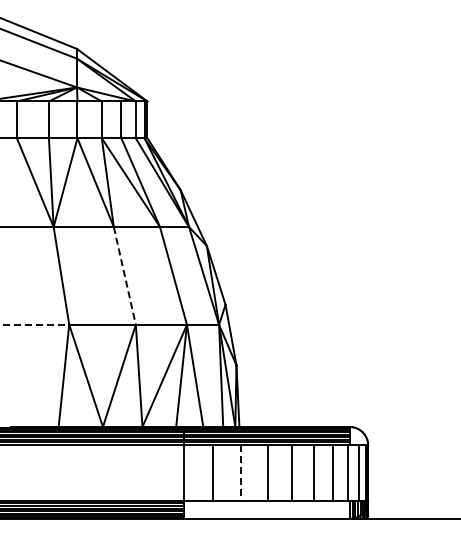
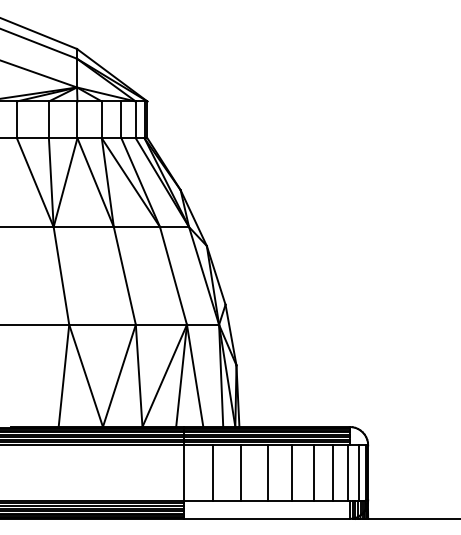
line at (124, 276): dashed -> solid
line at (35, 324): dashed -> solid
line at (241, 472): dashed -> solid
